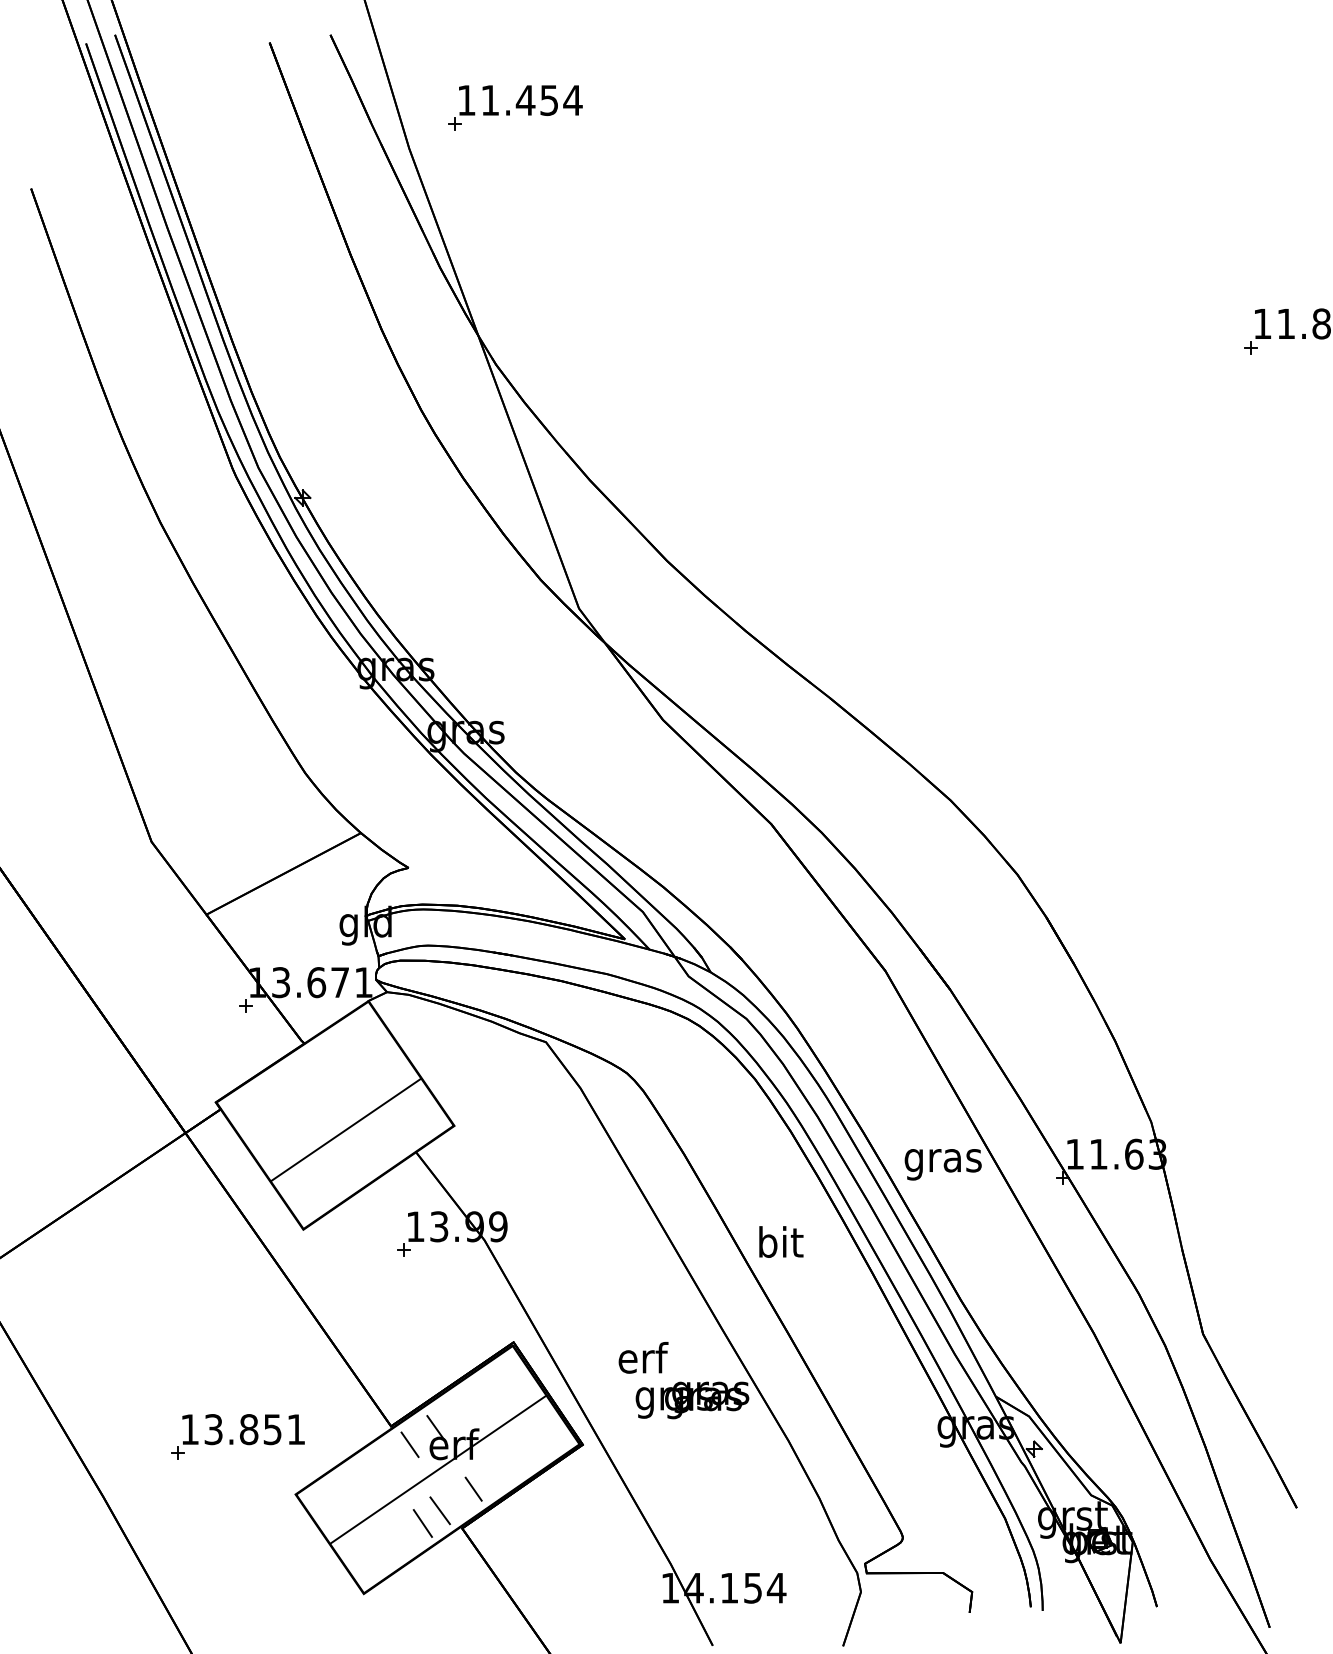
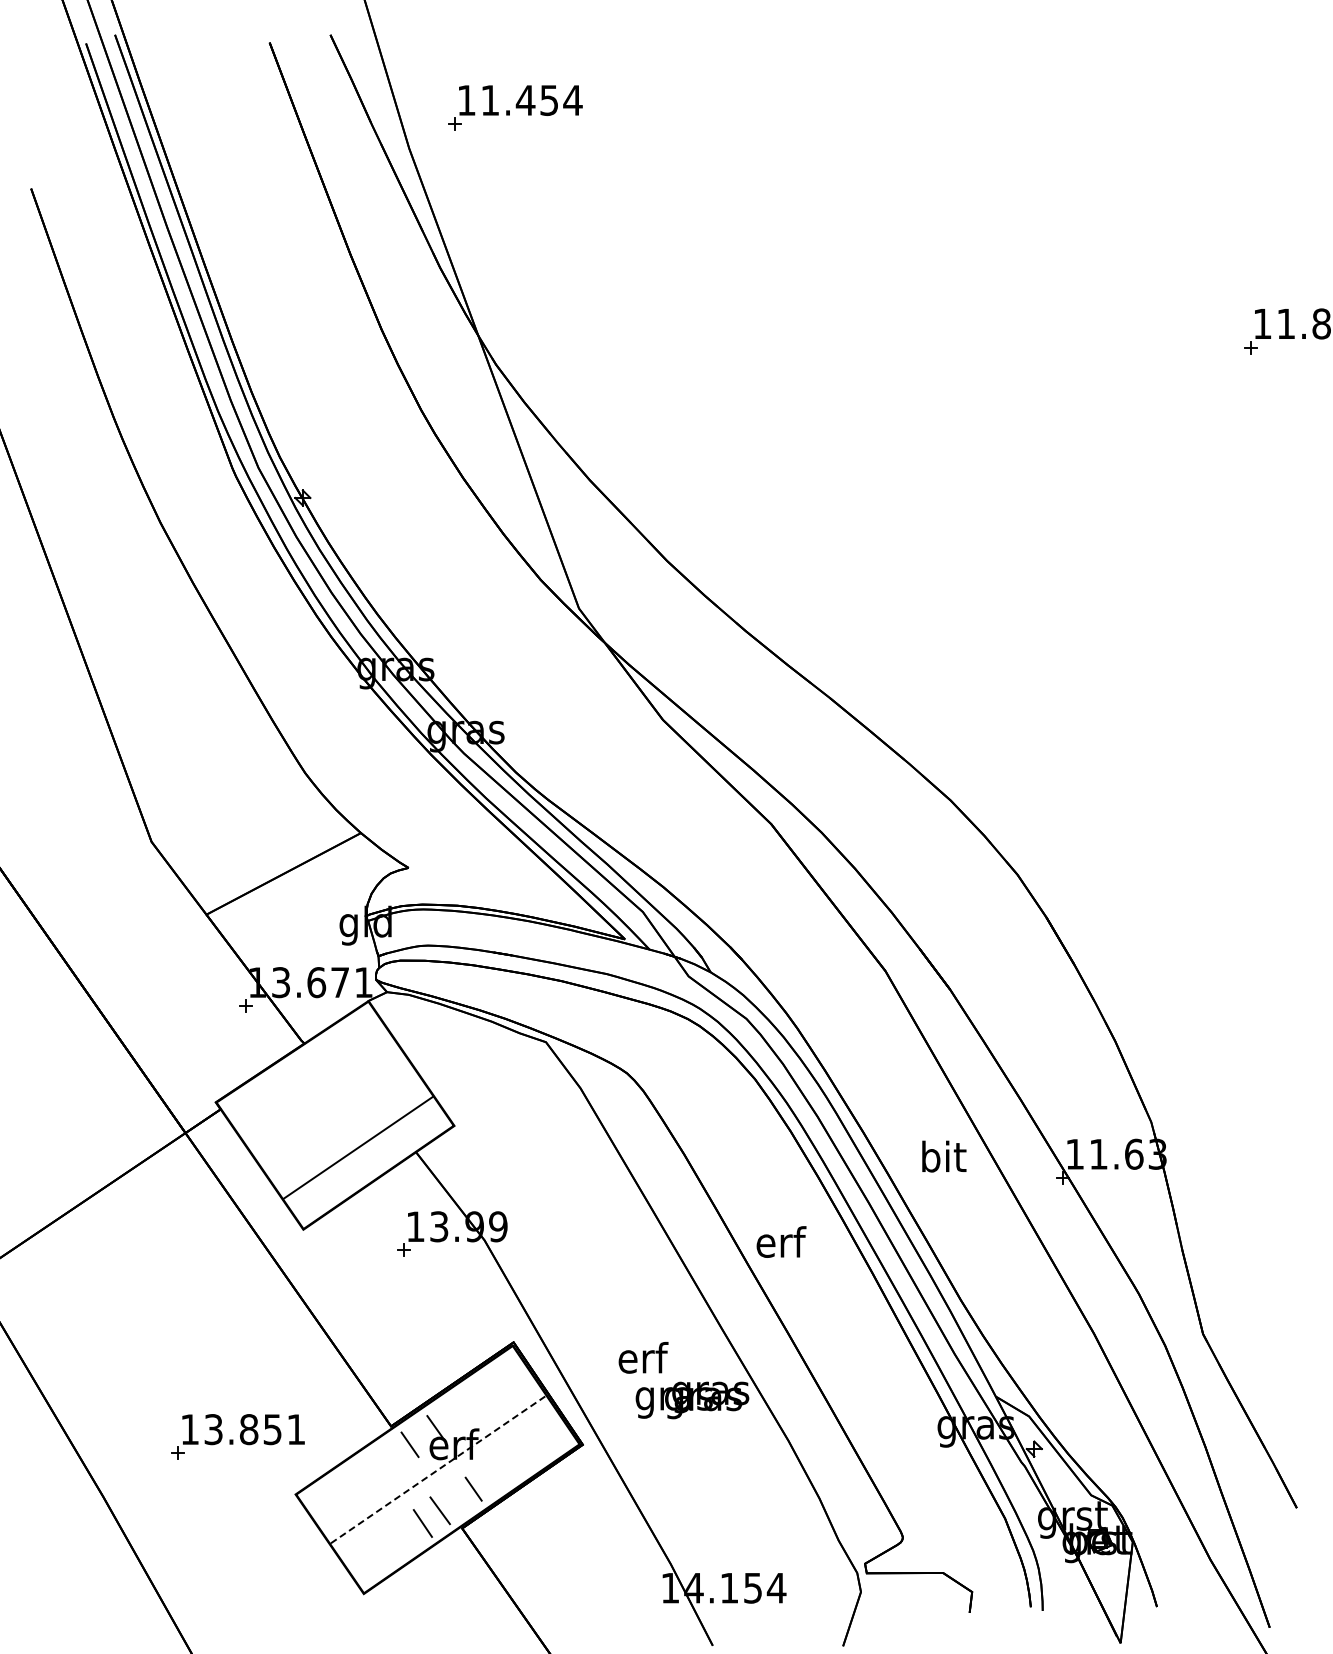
line at (345, 1129) position: (345, 1129) -> (357, 1147)
text at (942, 1160): gras -> bit
text at (781, 1241): bit -> erf
line at (438, 1469): solid -> dashed
